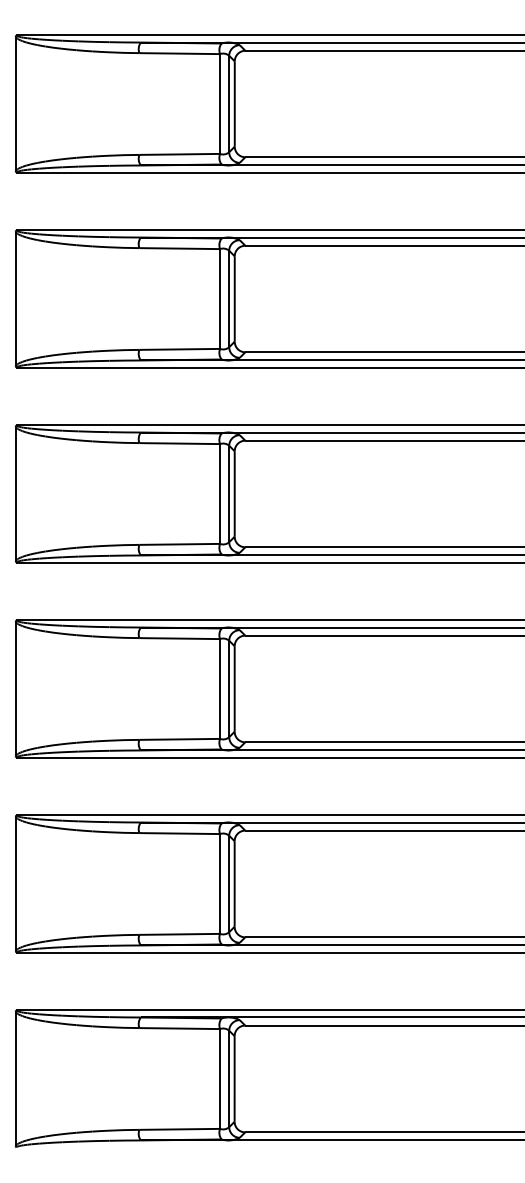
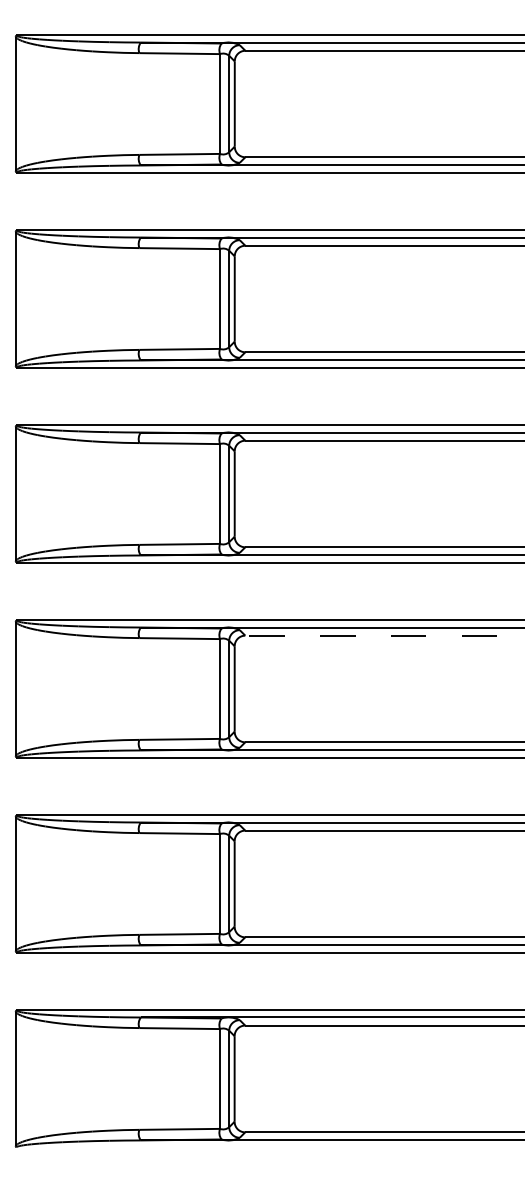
line at (384, 635): solid -> dashed
